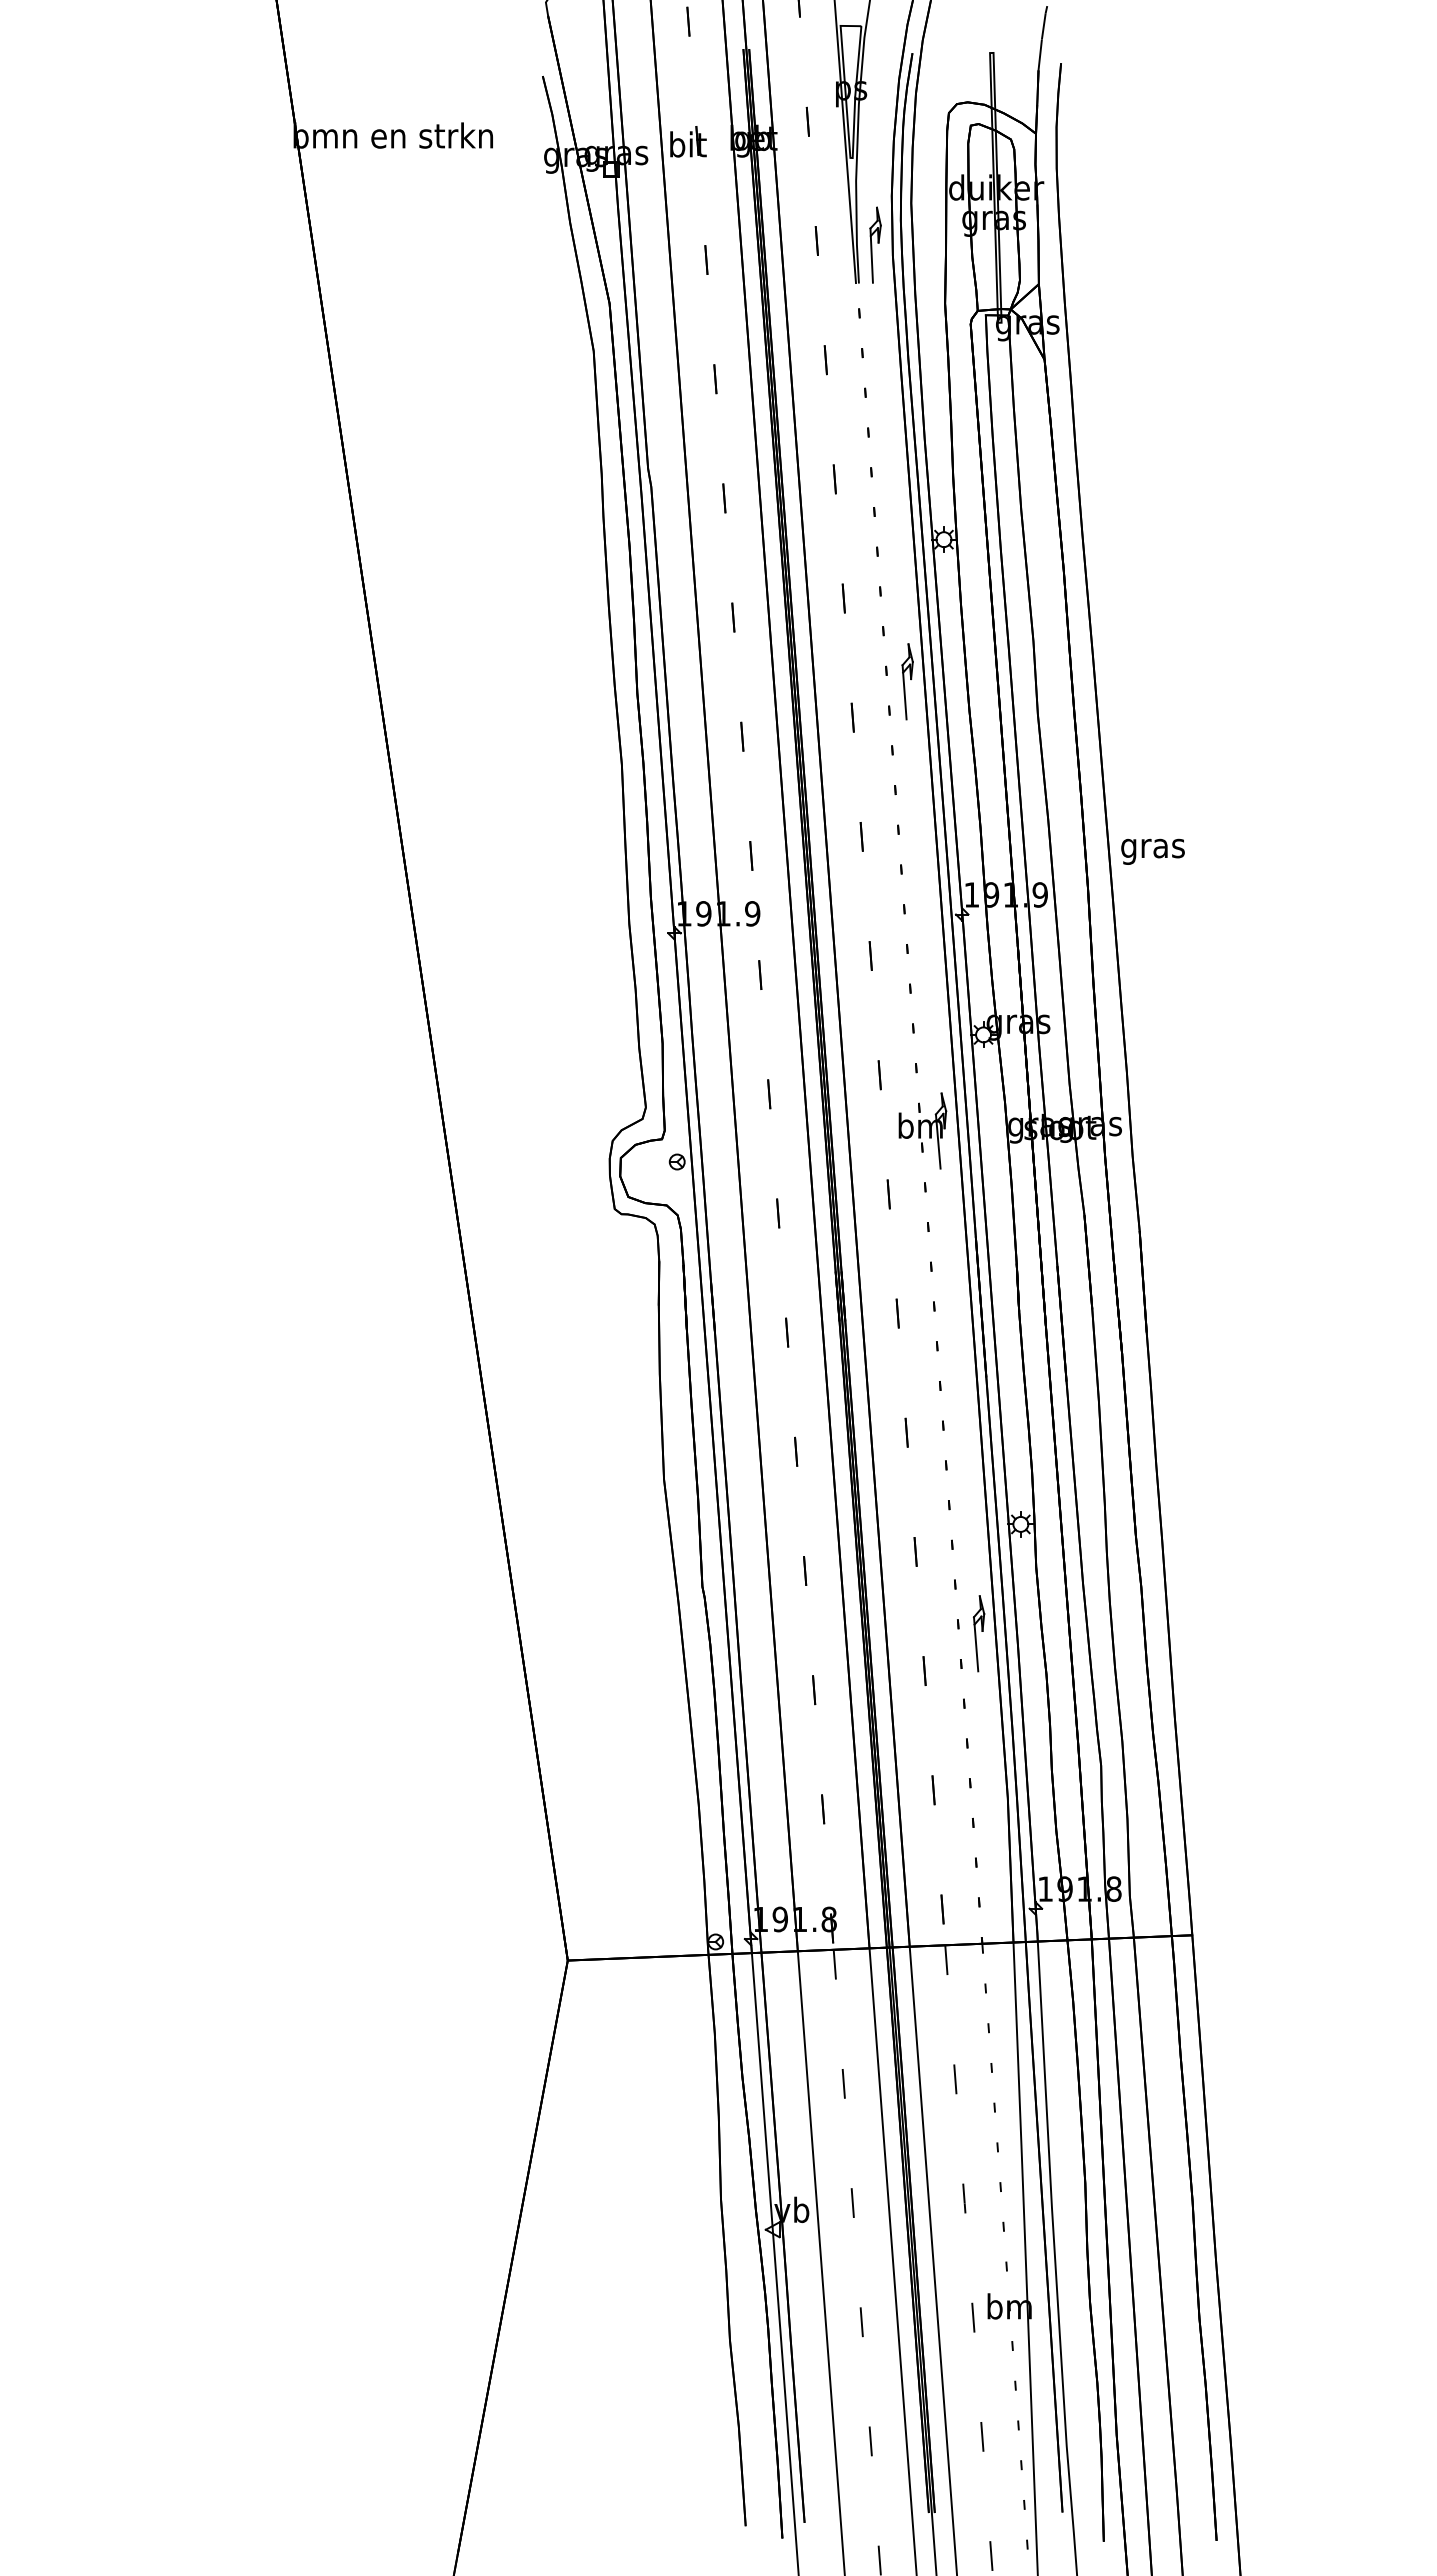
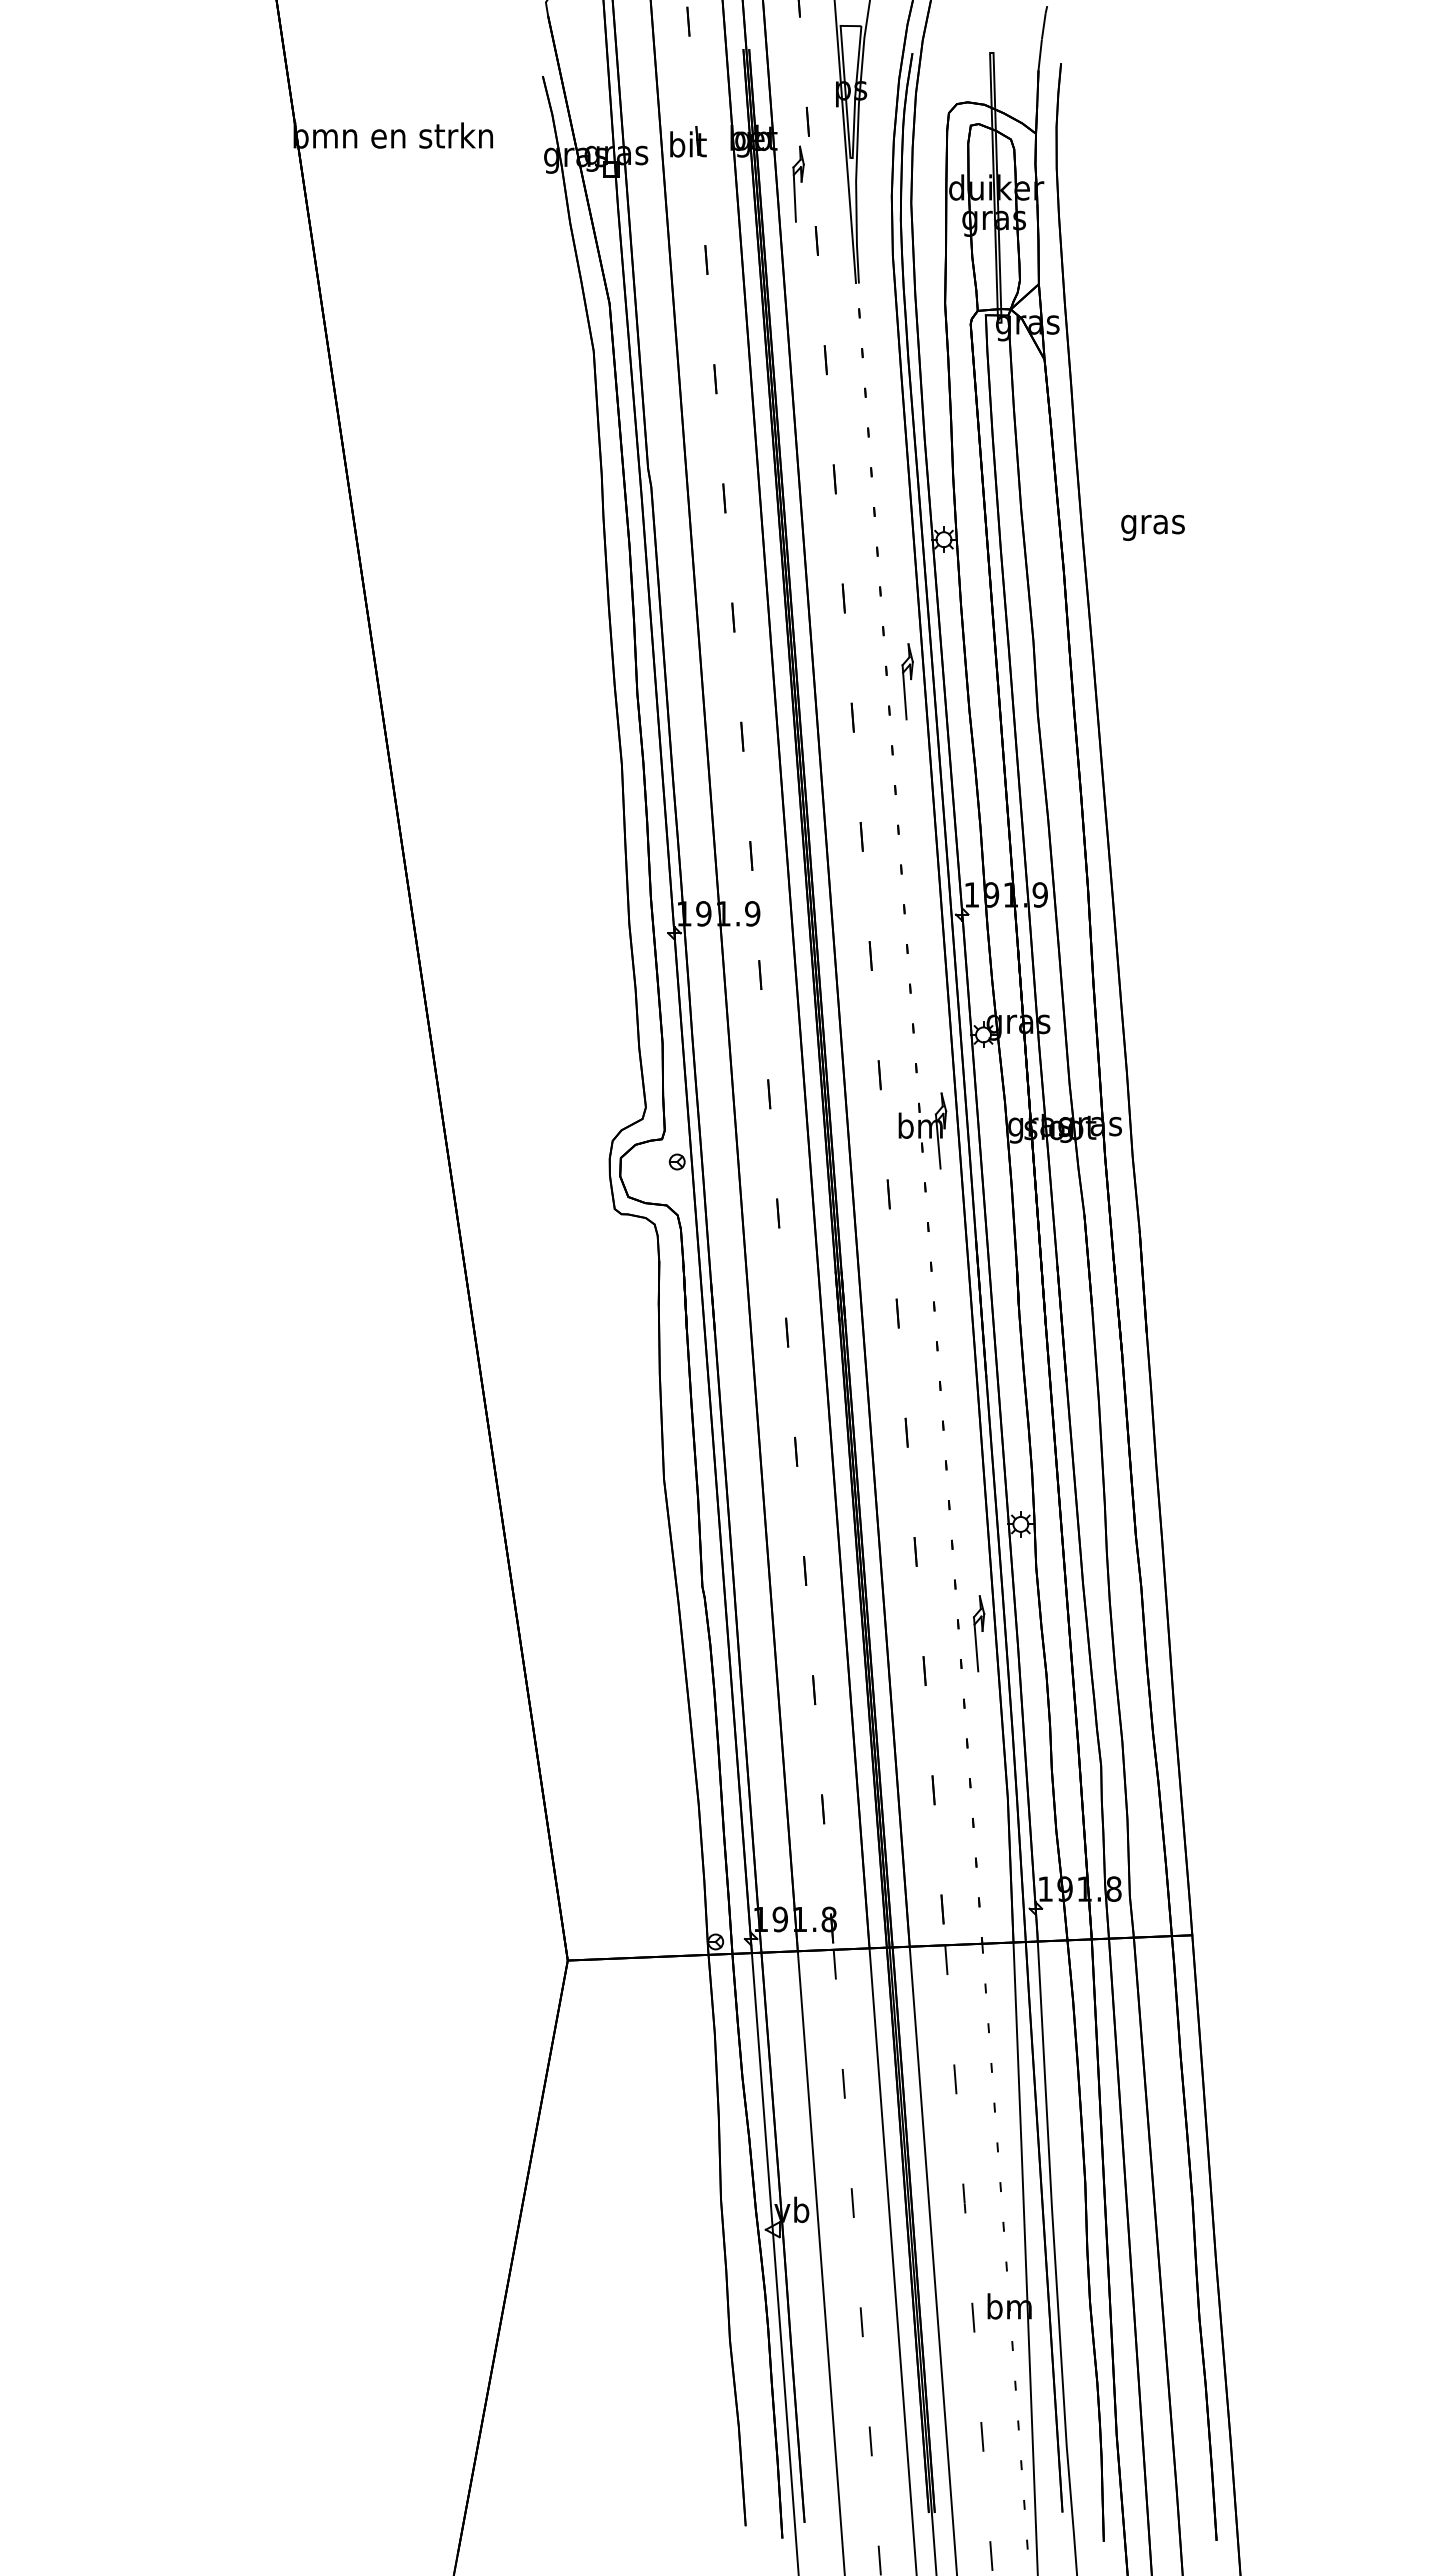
part at (875, 244) position: (875, 244) -> (798, 183)
text at (1152, 851) position: (1152, 851) -> (1152, 527)
